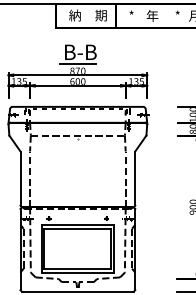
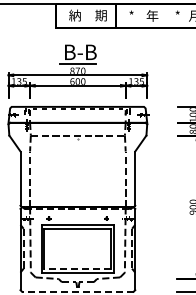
line at (77, 268): solid -> dashed
line at (77, 291): solid -> dashed
